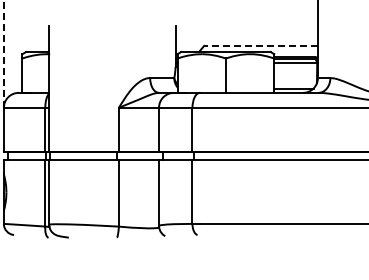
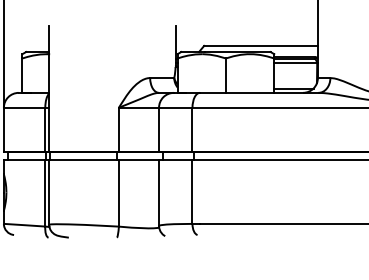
line at (261, 45): dashed -> solid
line at (3, 53): dashed -> solid
